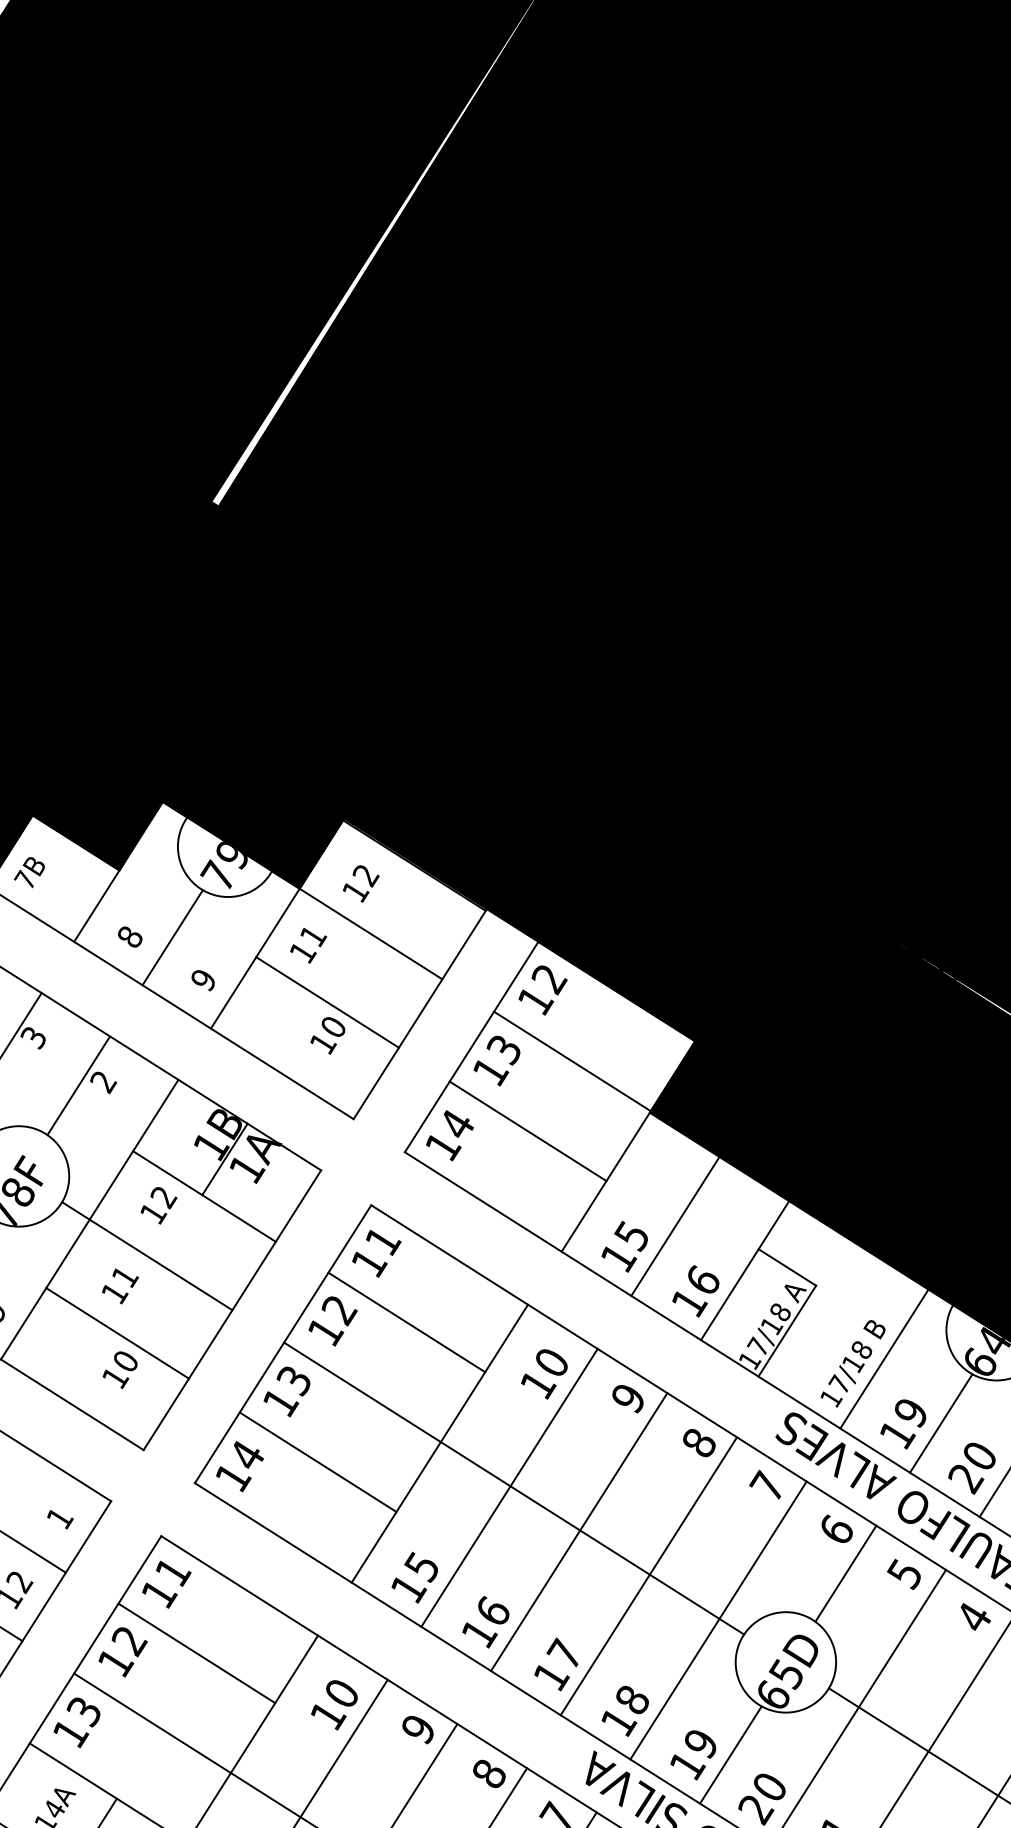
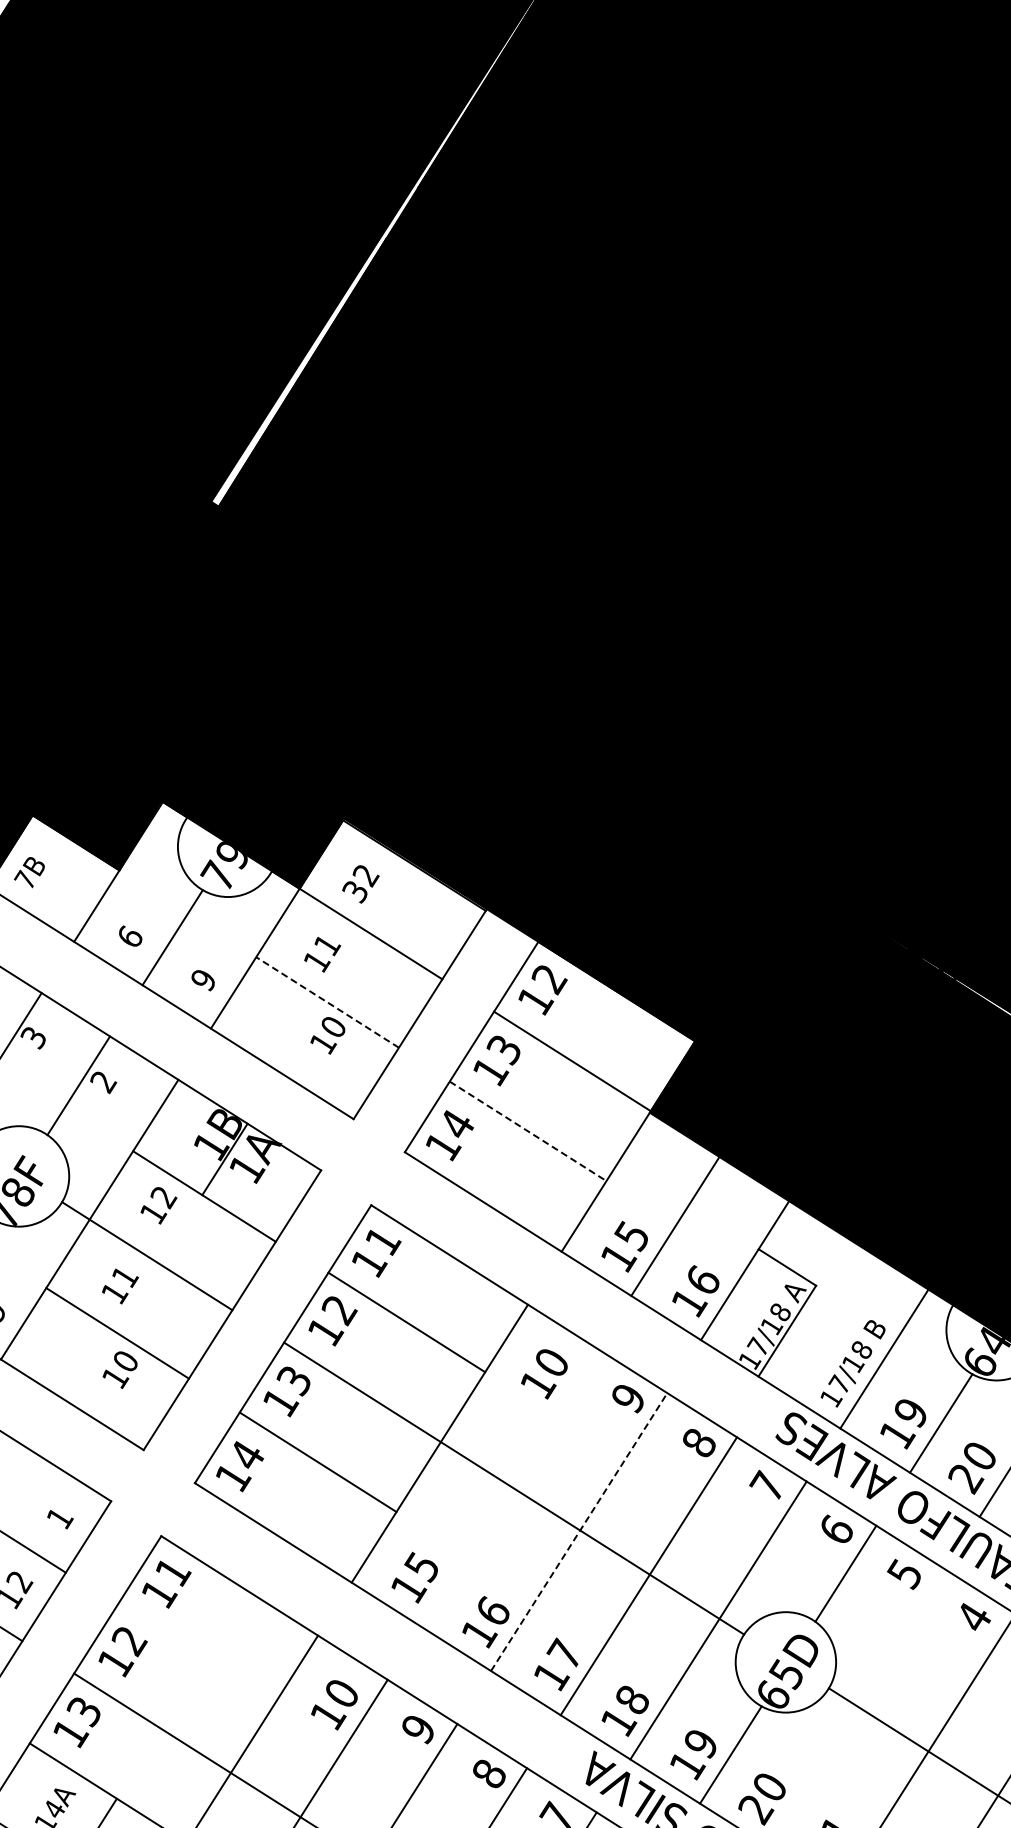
text at (355, 892): 12 -> 32
text at (130, 936): 8 -> 6
text at (308, 945) position: (308, 945) -> (322, 954)
line at (327, 1002): solid -> dashed
line at (528, 1131): solid -> dashed
line at (509, 1487): present -> none
line at (579, 1532): solid -> dashed
line at (196, 1653): present -> none
line at (865, 1696): present -> none
